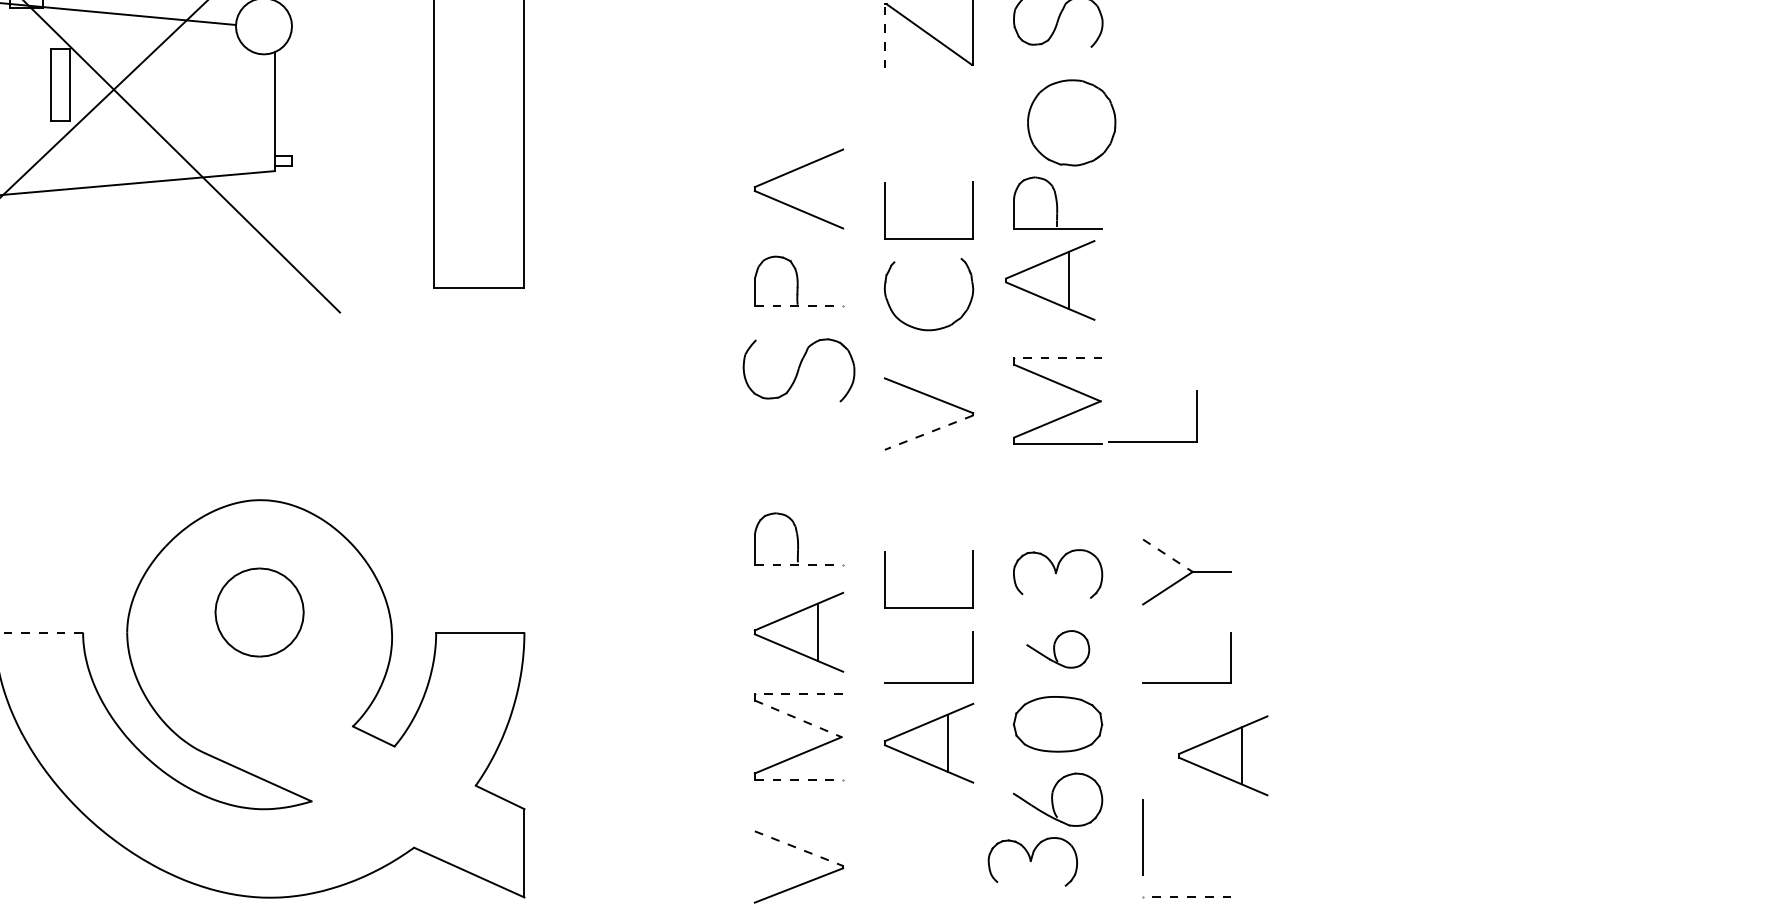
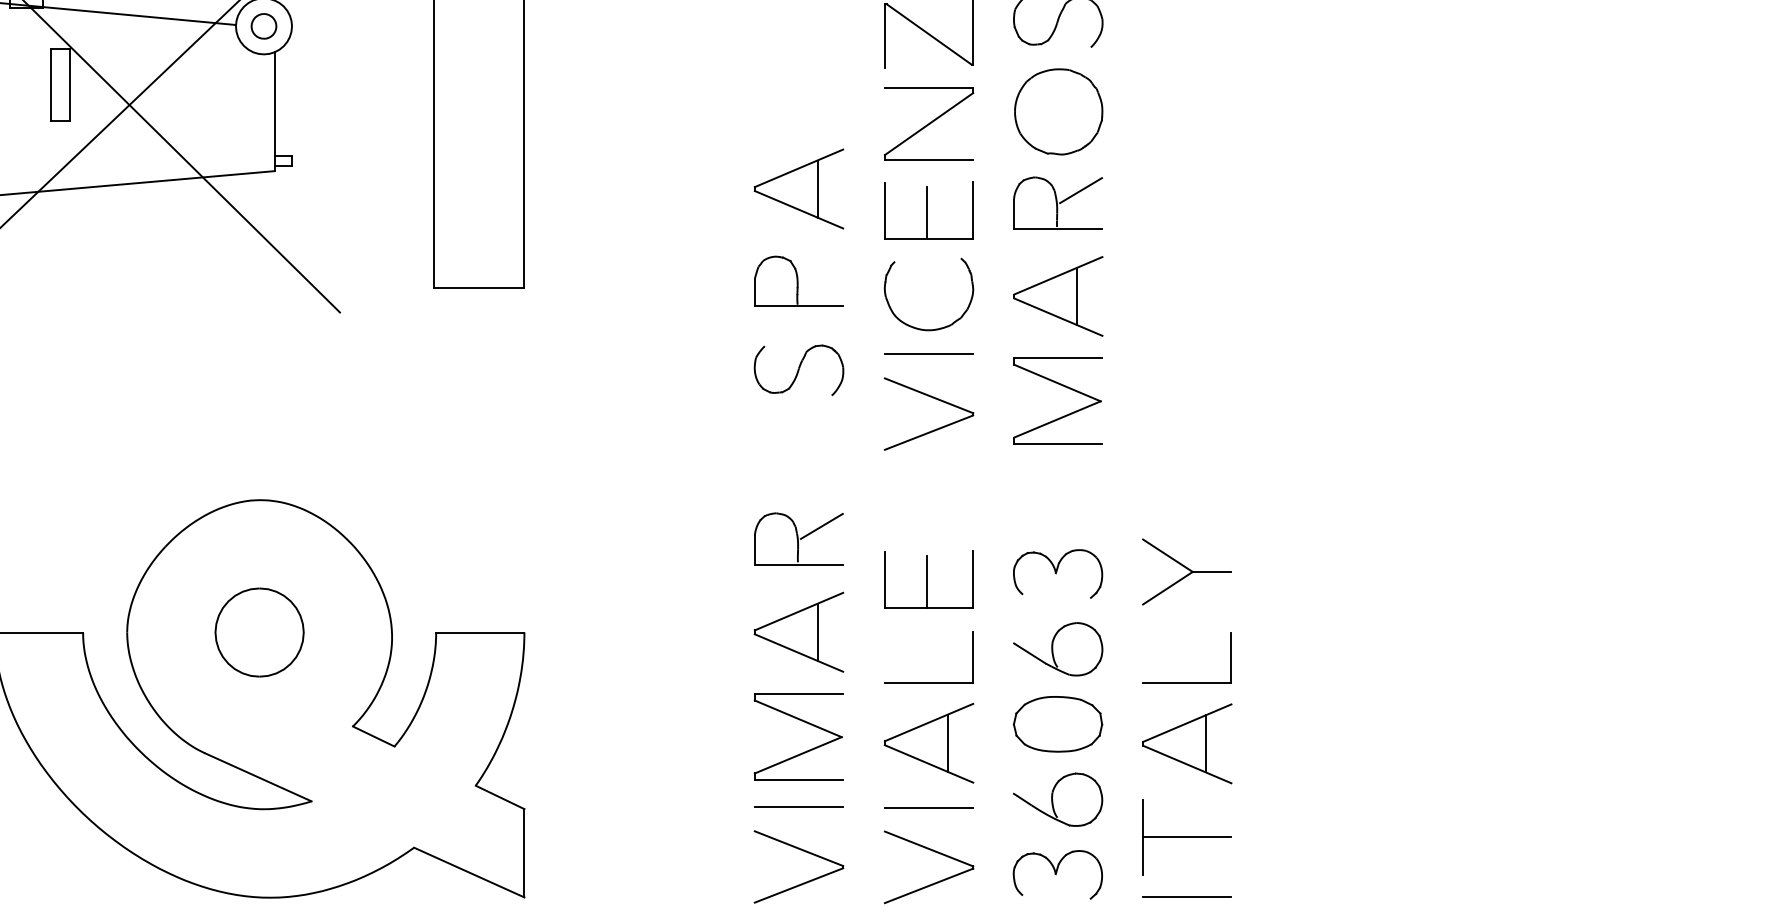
part at (263, 26): none -> present
line at (884, 35): dashed -> solid
line at (104, 98) position: (104, 98) -> (119, 114)
part at (1071, 122) position: (1071, 122) -> (1058, 111)
part at (928, 123): none -> present
line at (817, 188): none -> present
line at (1080, 190): none -> present
line at (926, 213): none -> present
part at (1050, 280) position: (1050, 280) -> (1058, 296)
line at (799, 306): dashed -> solid
line at (928, 354): none -> present
line at (1057, 358): dashed -> solid
part at (798, 370) size: 114x65 px -> 92x53 px
line at (928, 432): dashed -> solid
part at (1152, 441): present -> none
line at (821, 525): none -> present
line at (1167, 555): dashed -> solid
line at (799, 564): dashed -> solid
line at (926, 582): none -> present
part at (259, 612) position: (259, 612) -> (259, 632)
line at (41, 632): dashed -> solid
part at (1058, 649) size: 65x39 px -> 91x55 px
line at (798, 693): dashed -> solid
line at (798, 719): dashed -> solid
part at (1223, 755) position: (1223, 755) -> (1187, 743)
line at (799, 779): dashed -> solid
line at (798, 807): none -> present
line at (928, 807): none -> present
line at (1187, 837): none -> present
line at (799, 848): dashed -> solid
part at (934, 852): none -> present
part at (1032, 861) position: (1032, 861) -> (1057, 874)
line at (1186, 897): dashed -> solid
